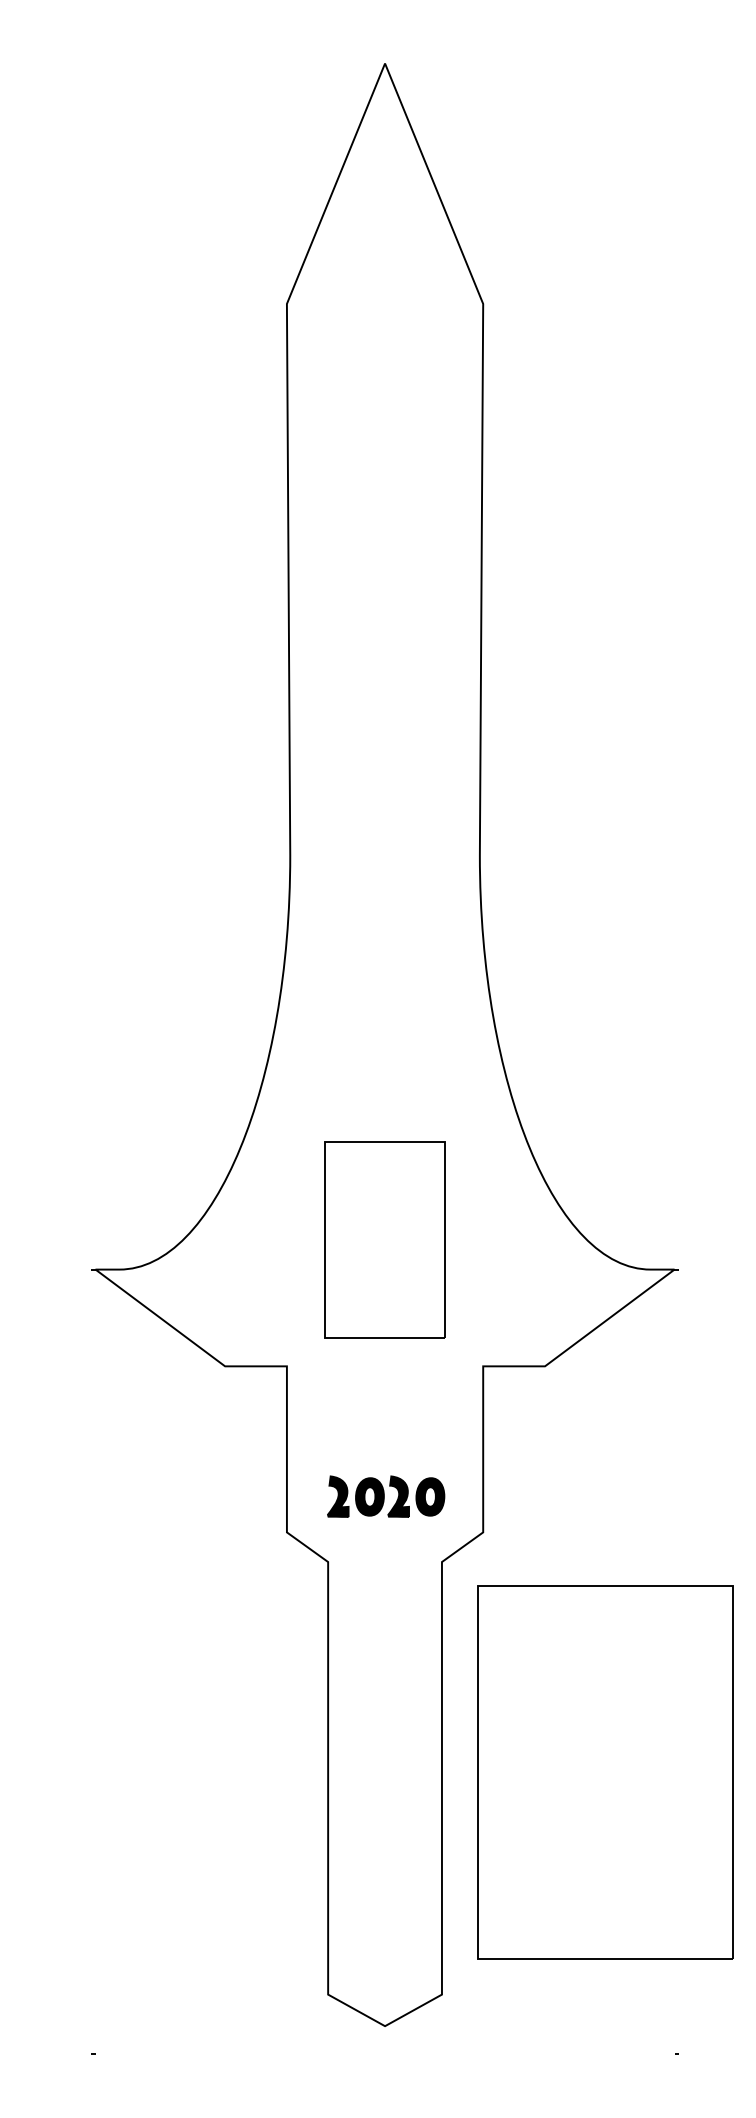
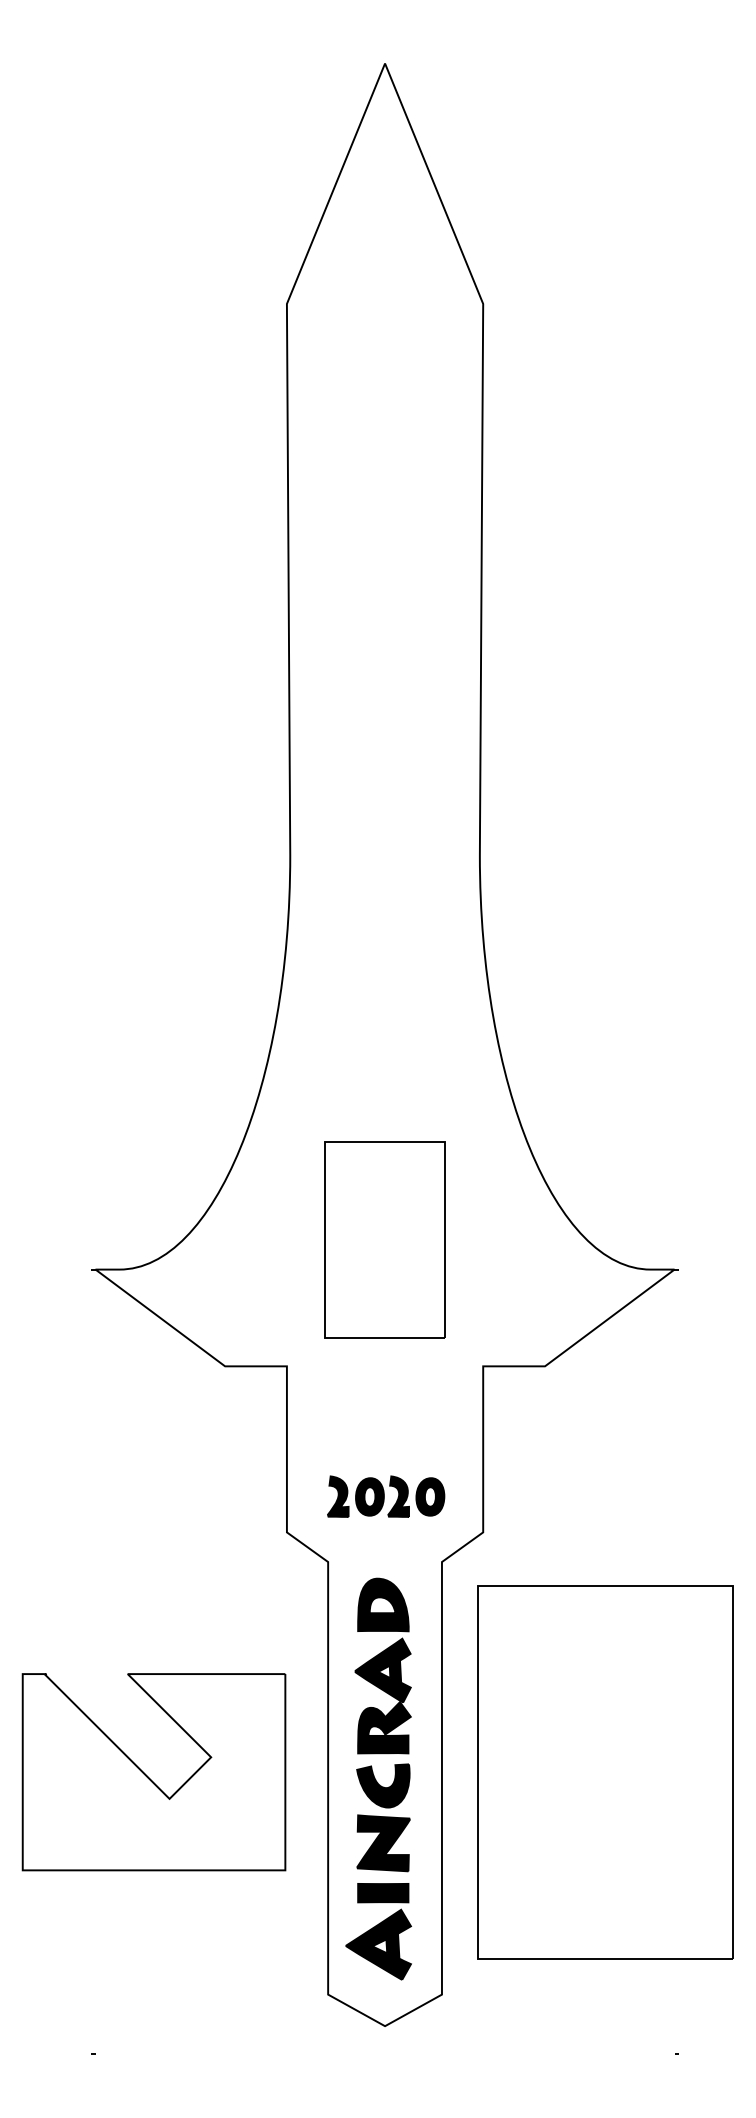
part at (148, 1776): none -> present
part at (378, 1778): none -> present
